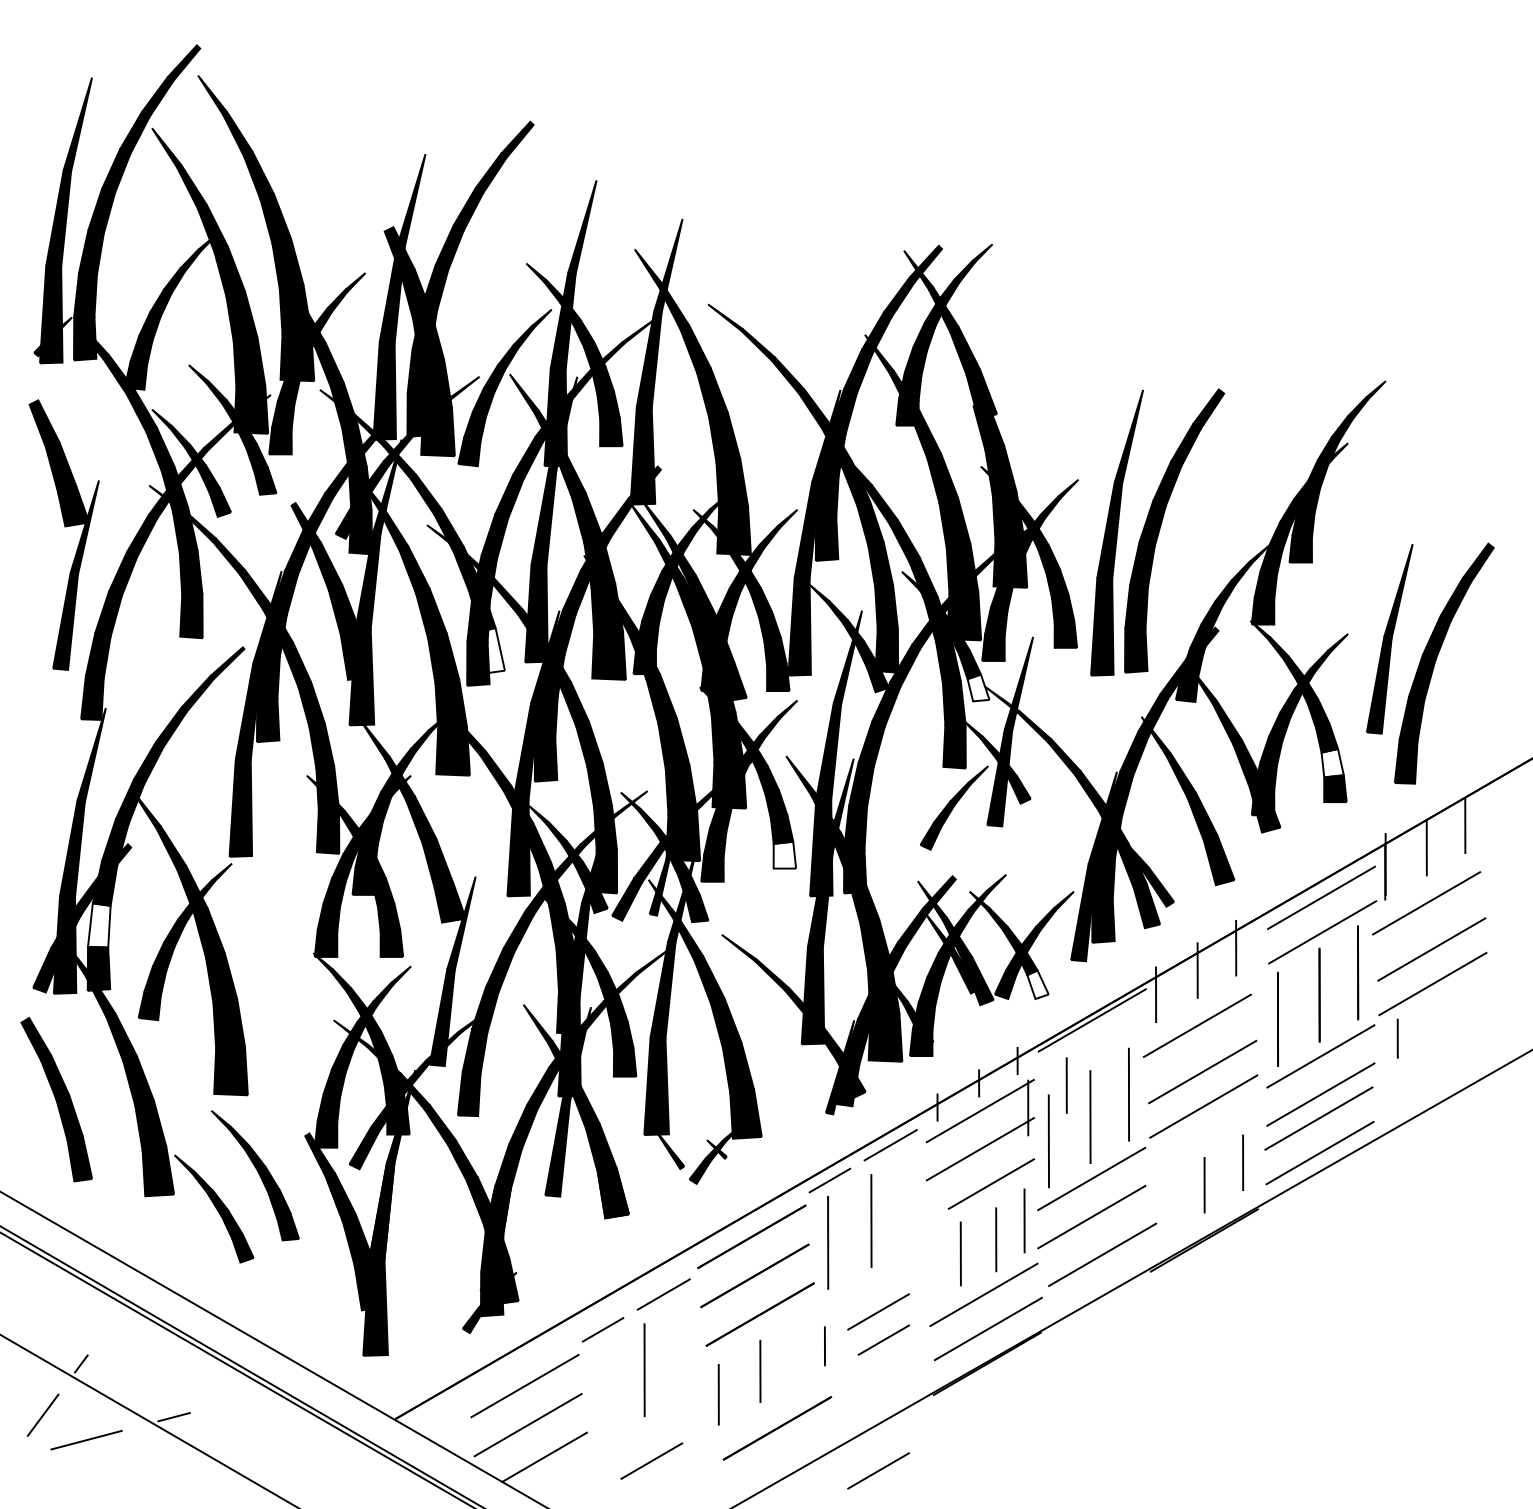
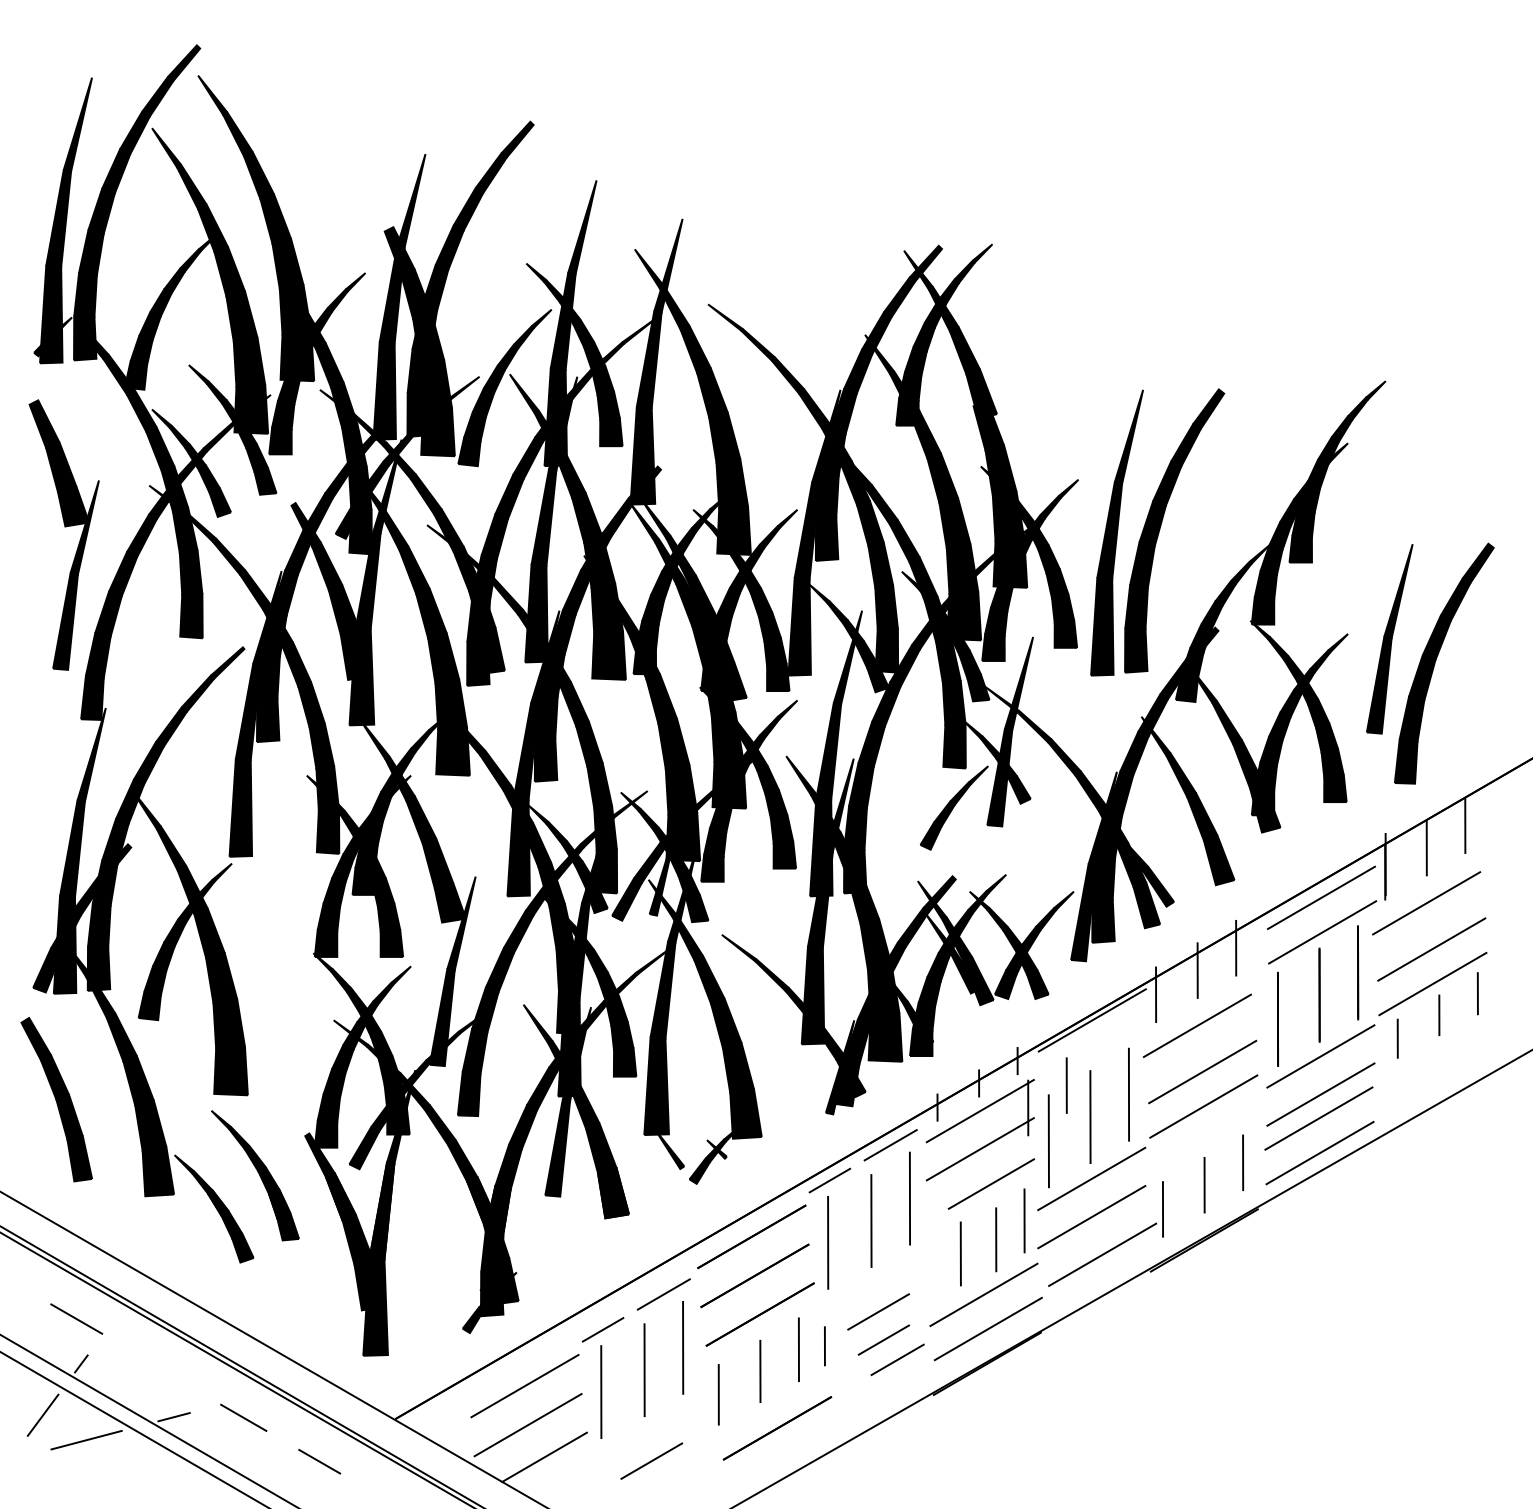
fill at (492, 650): none -> present
fill at (978, 687): none -> present
fill at (1332, 762): none -> present
fill at (784, 854): none -> present
fill at (99, 925): none -> present
fill at (1037, 984): none -> present
line at (1477, 993): none -> present
line at (1439, 1015): none -> present
line at (909, 1198): none -> present
line at (1162, 1209): none -> present
line at (76, 1318): none -> present
line at (683, 1347): none -> present
line at (798, 1349): none -> present
line at (897, 1359): none -> present
line at (601, 1392): none -> present
line at (243, 1417): none -> present
line at (133, 1429): none -> present
line at (319, 1461): none -> present
line at (878, 1470): present -> none
